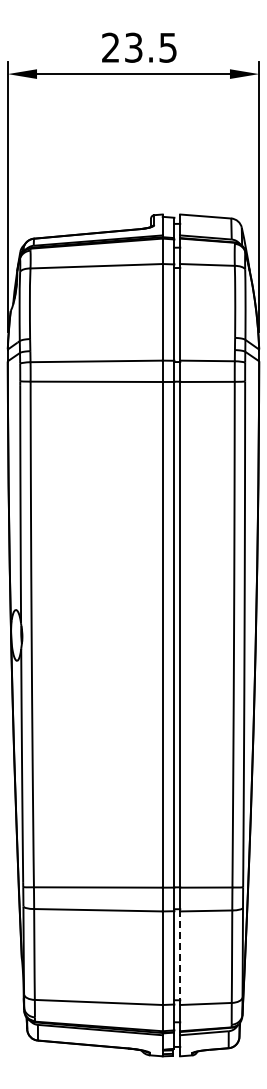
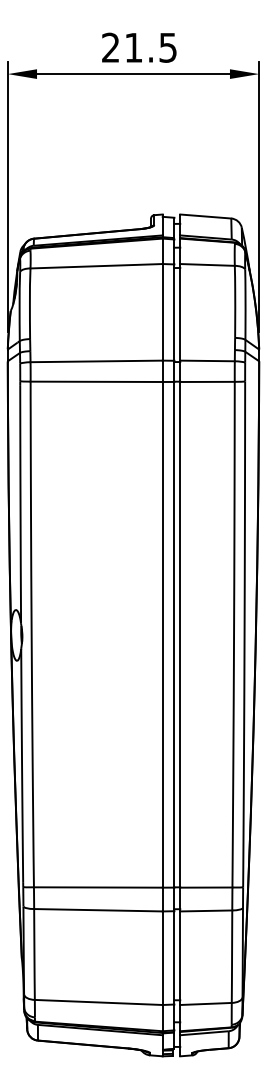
text at (133, 47): 23.5 -> 21.5
line at (180, 958): dashed -> solid
